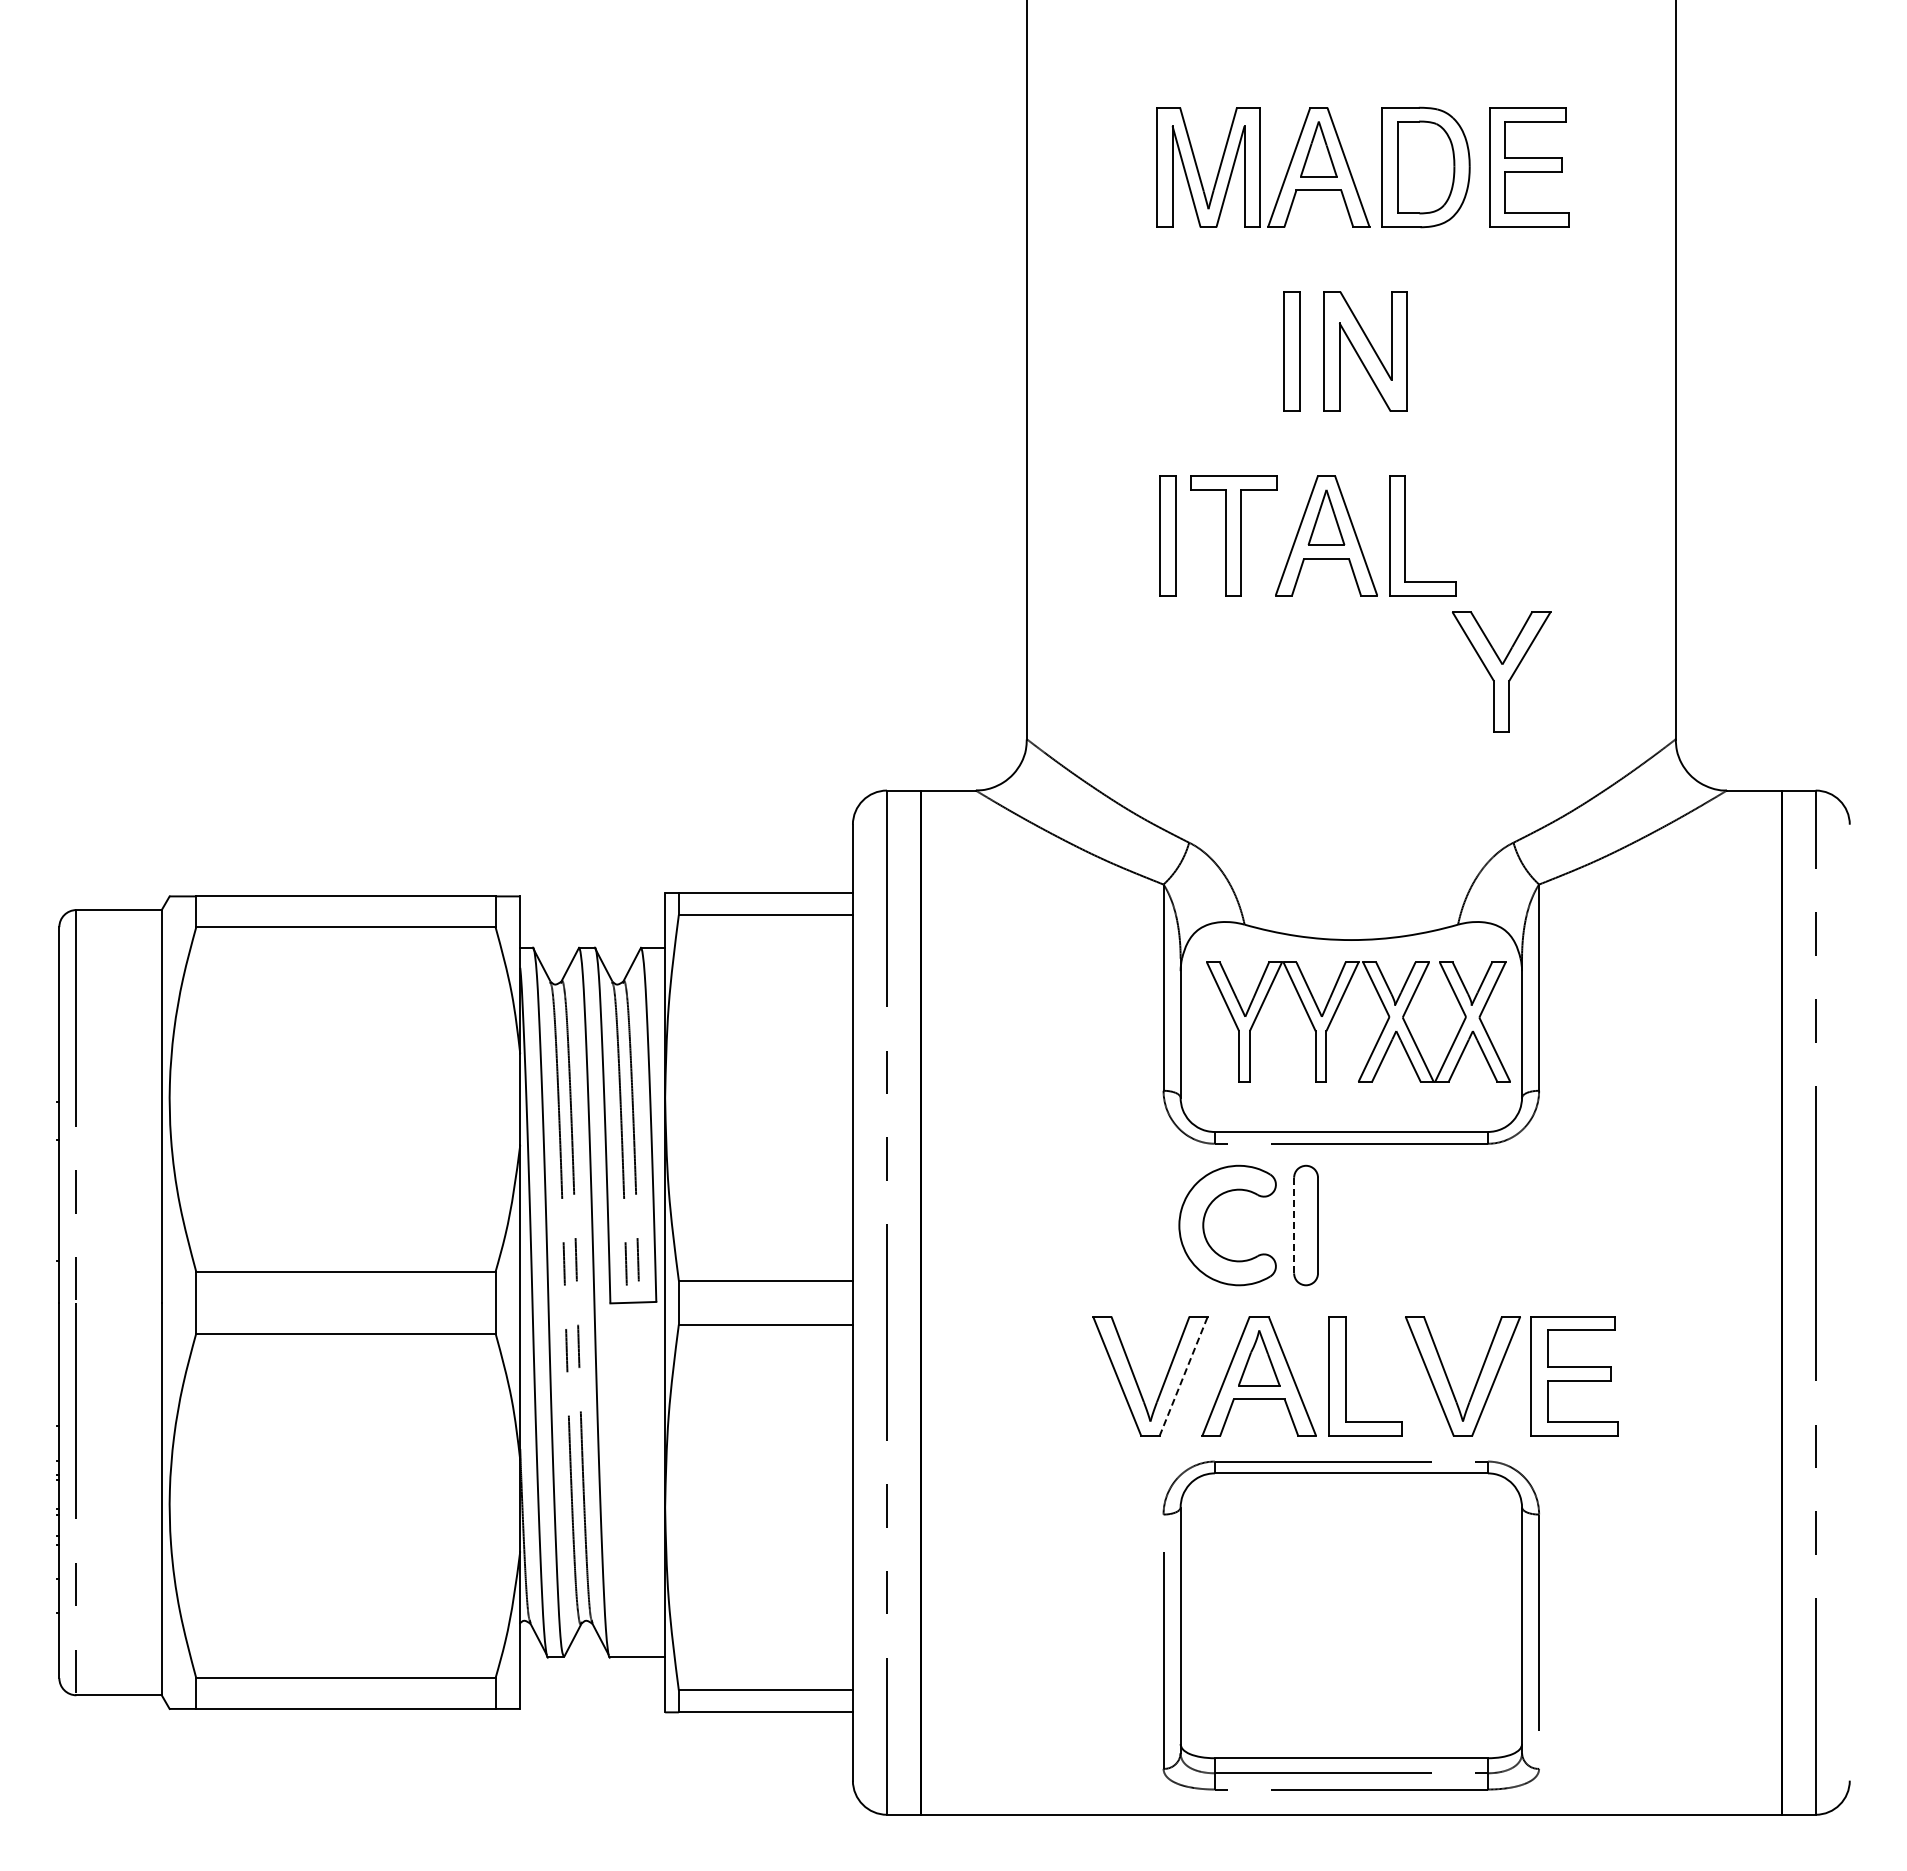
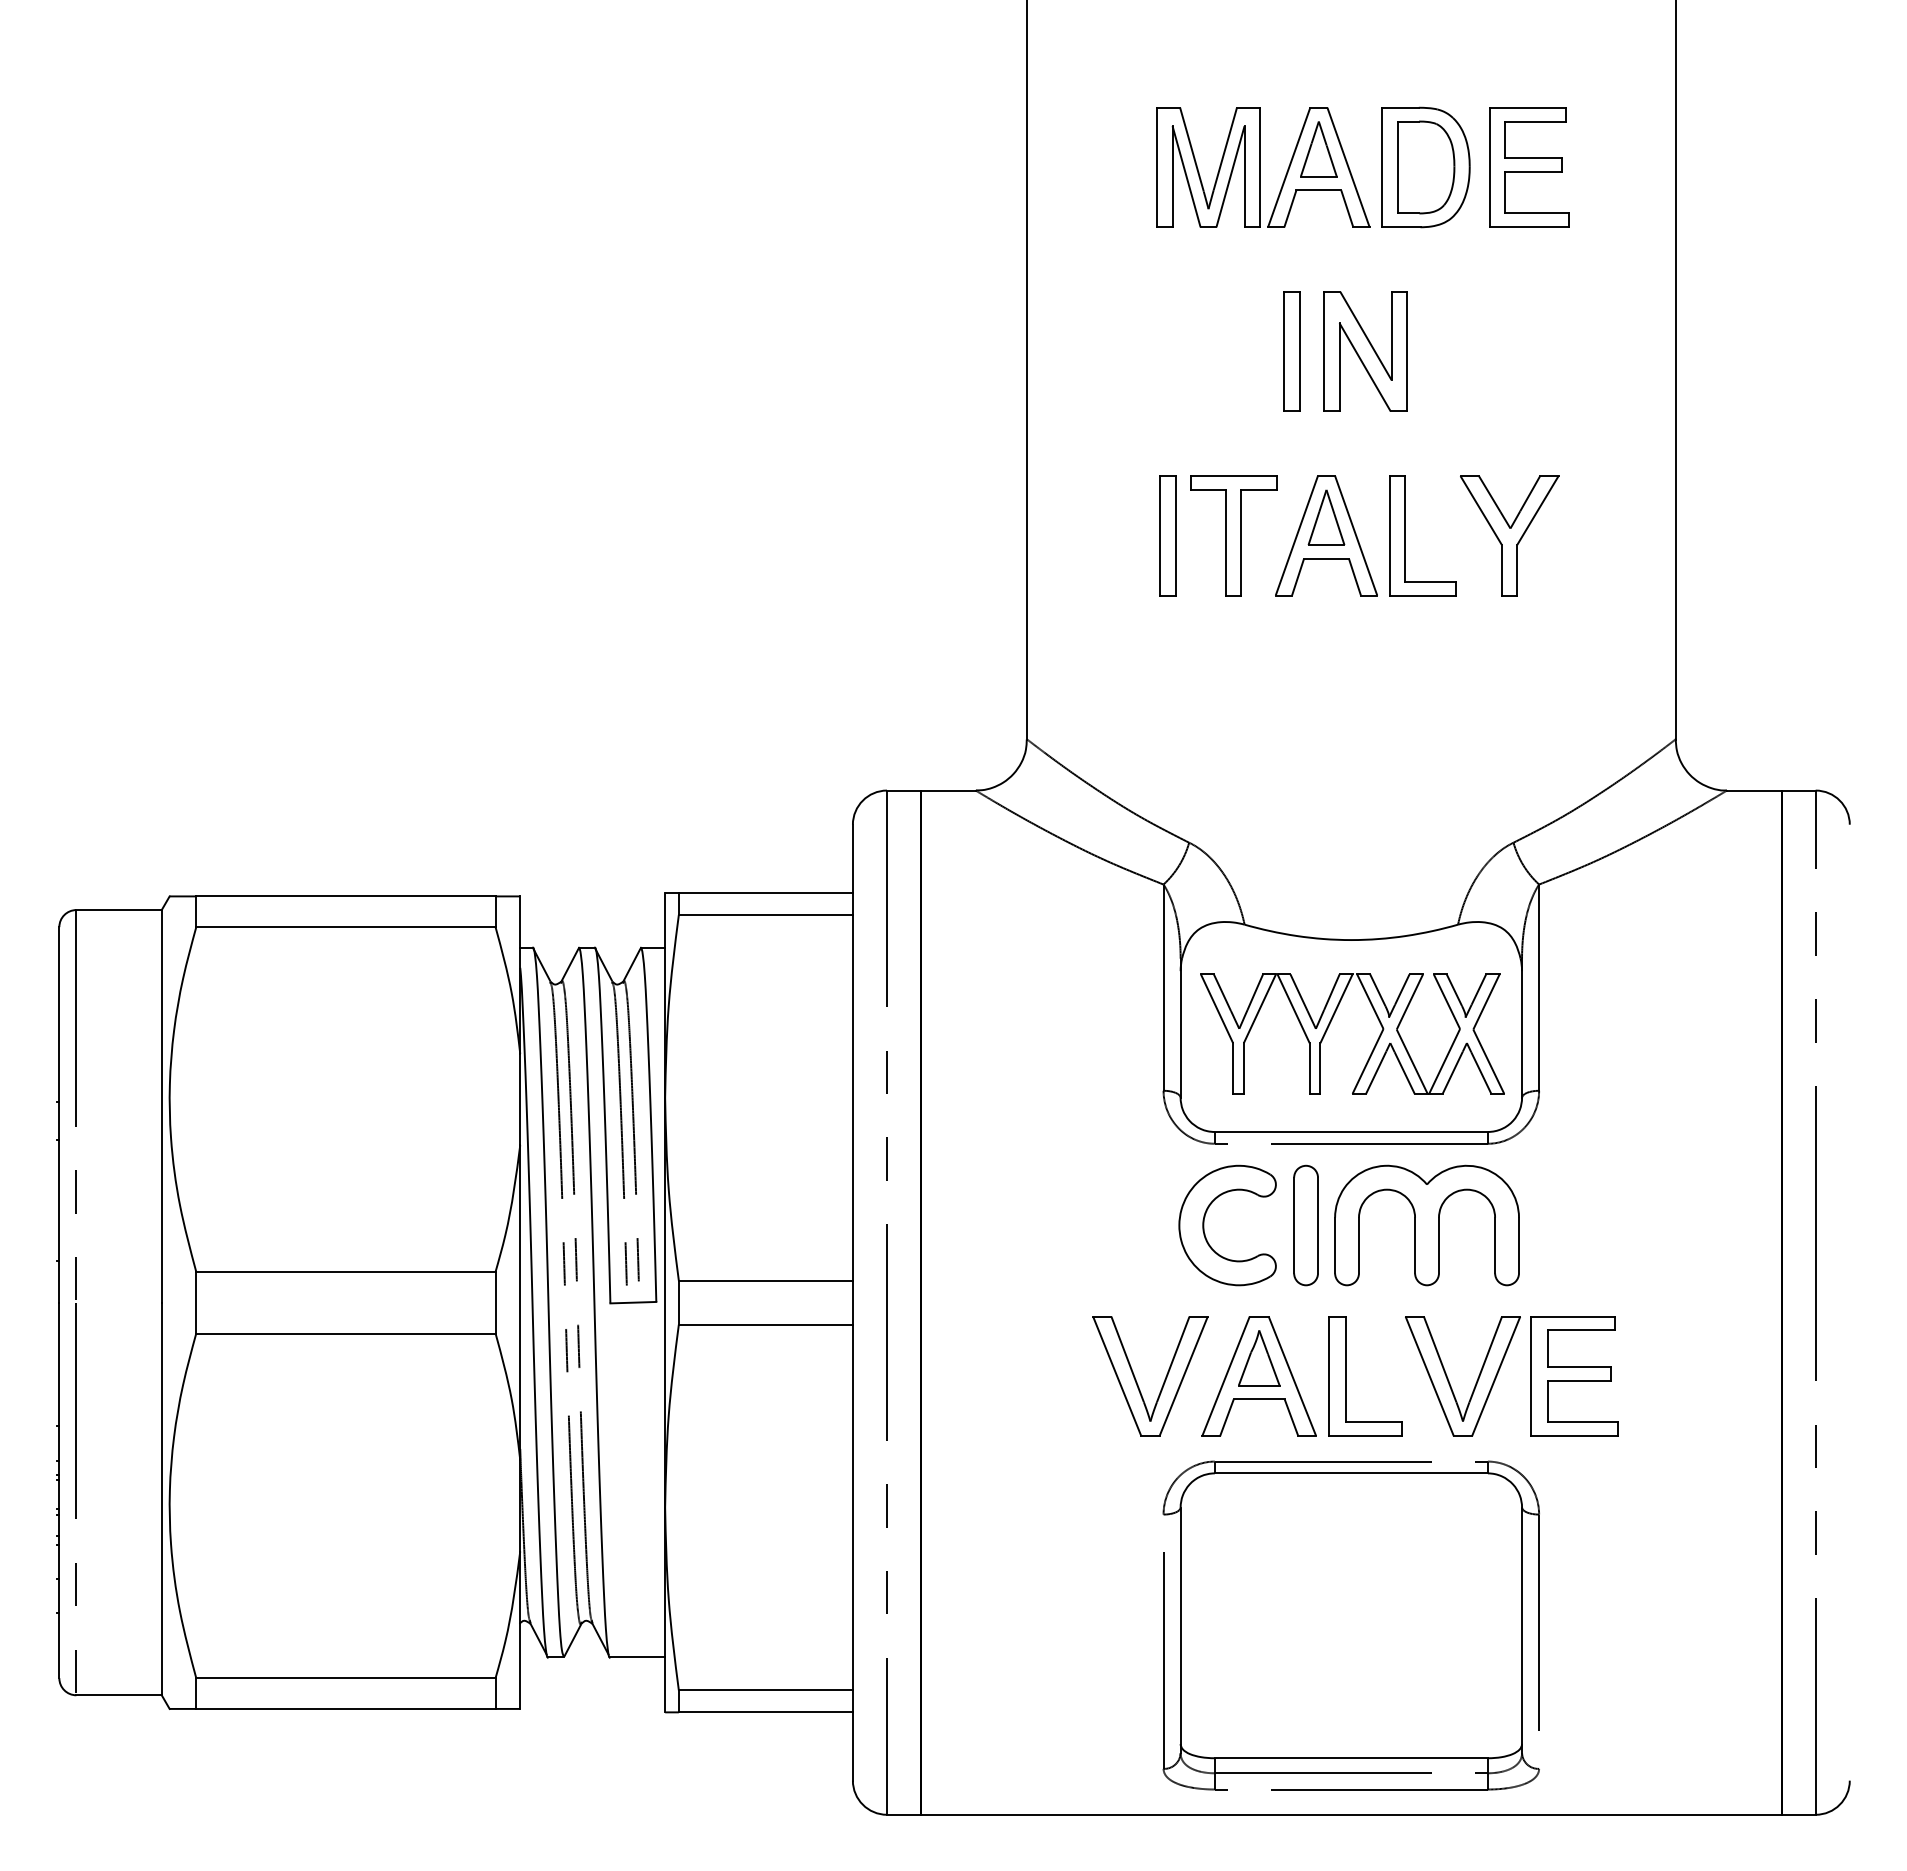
part at (1501, 671) position: (1501, 671) -> (1509, 535)
part at (1337, 1010) position: (1337, 1010) -> (1331, 1022)
line at (1294, 1225): dashed -> solid
part at (1426, 1225): none -> present
line at (1183, 1375): dashed -> solid
